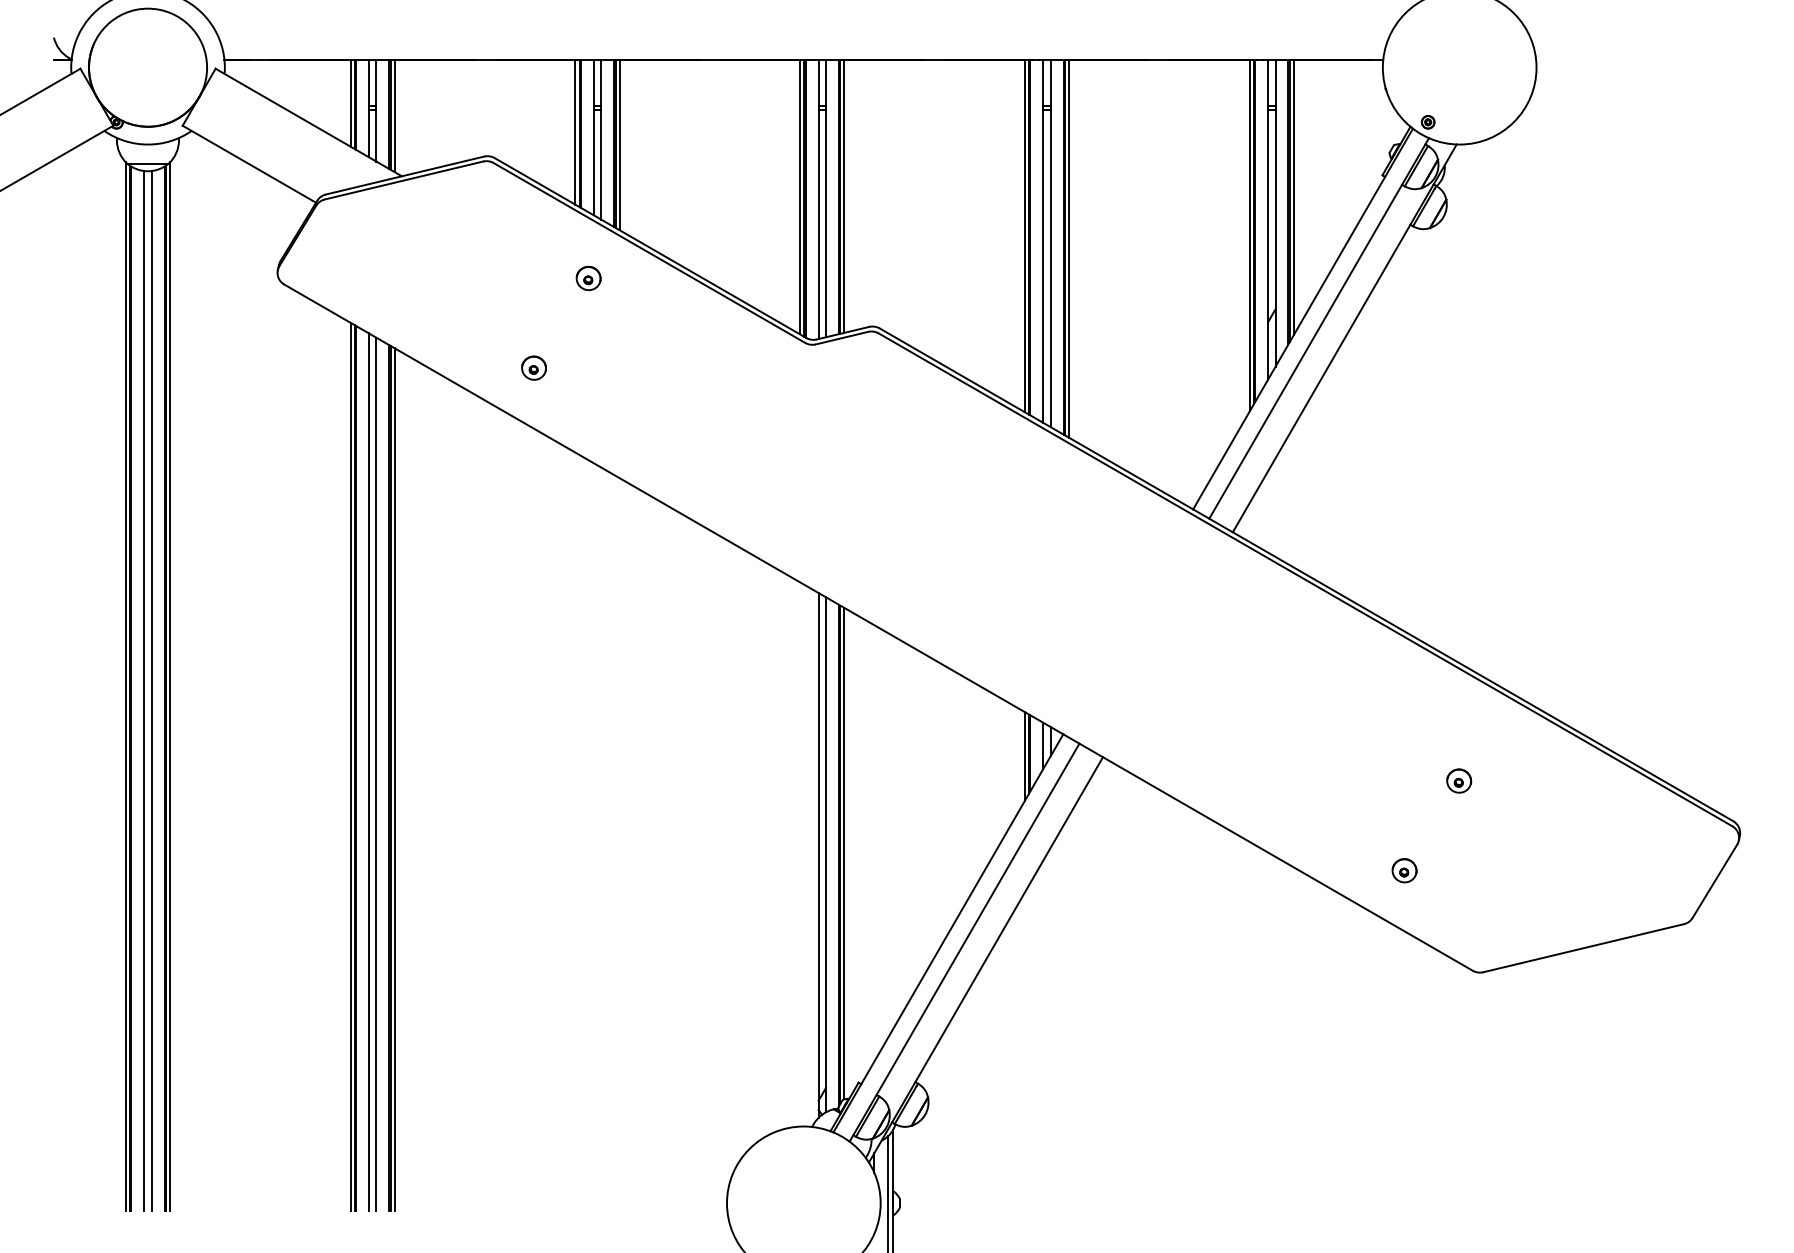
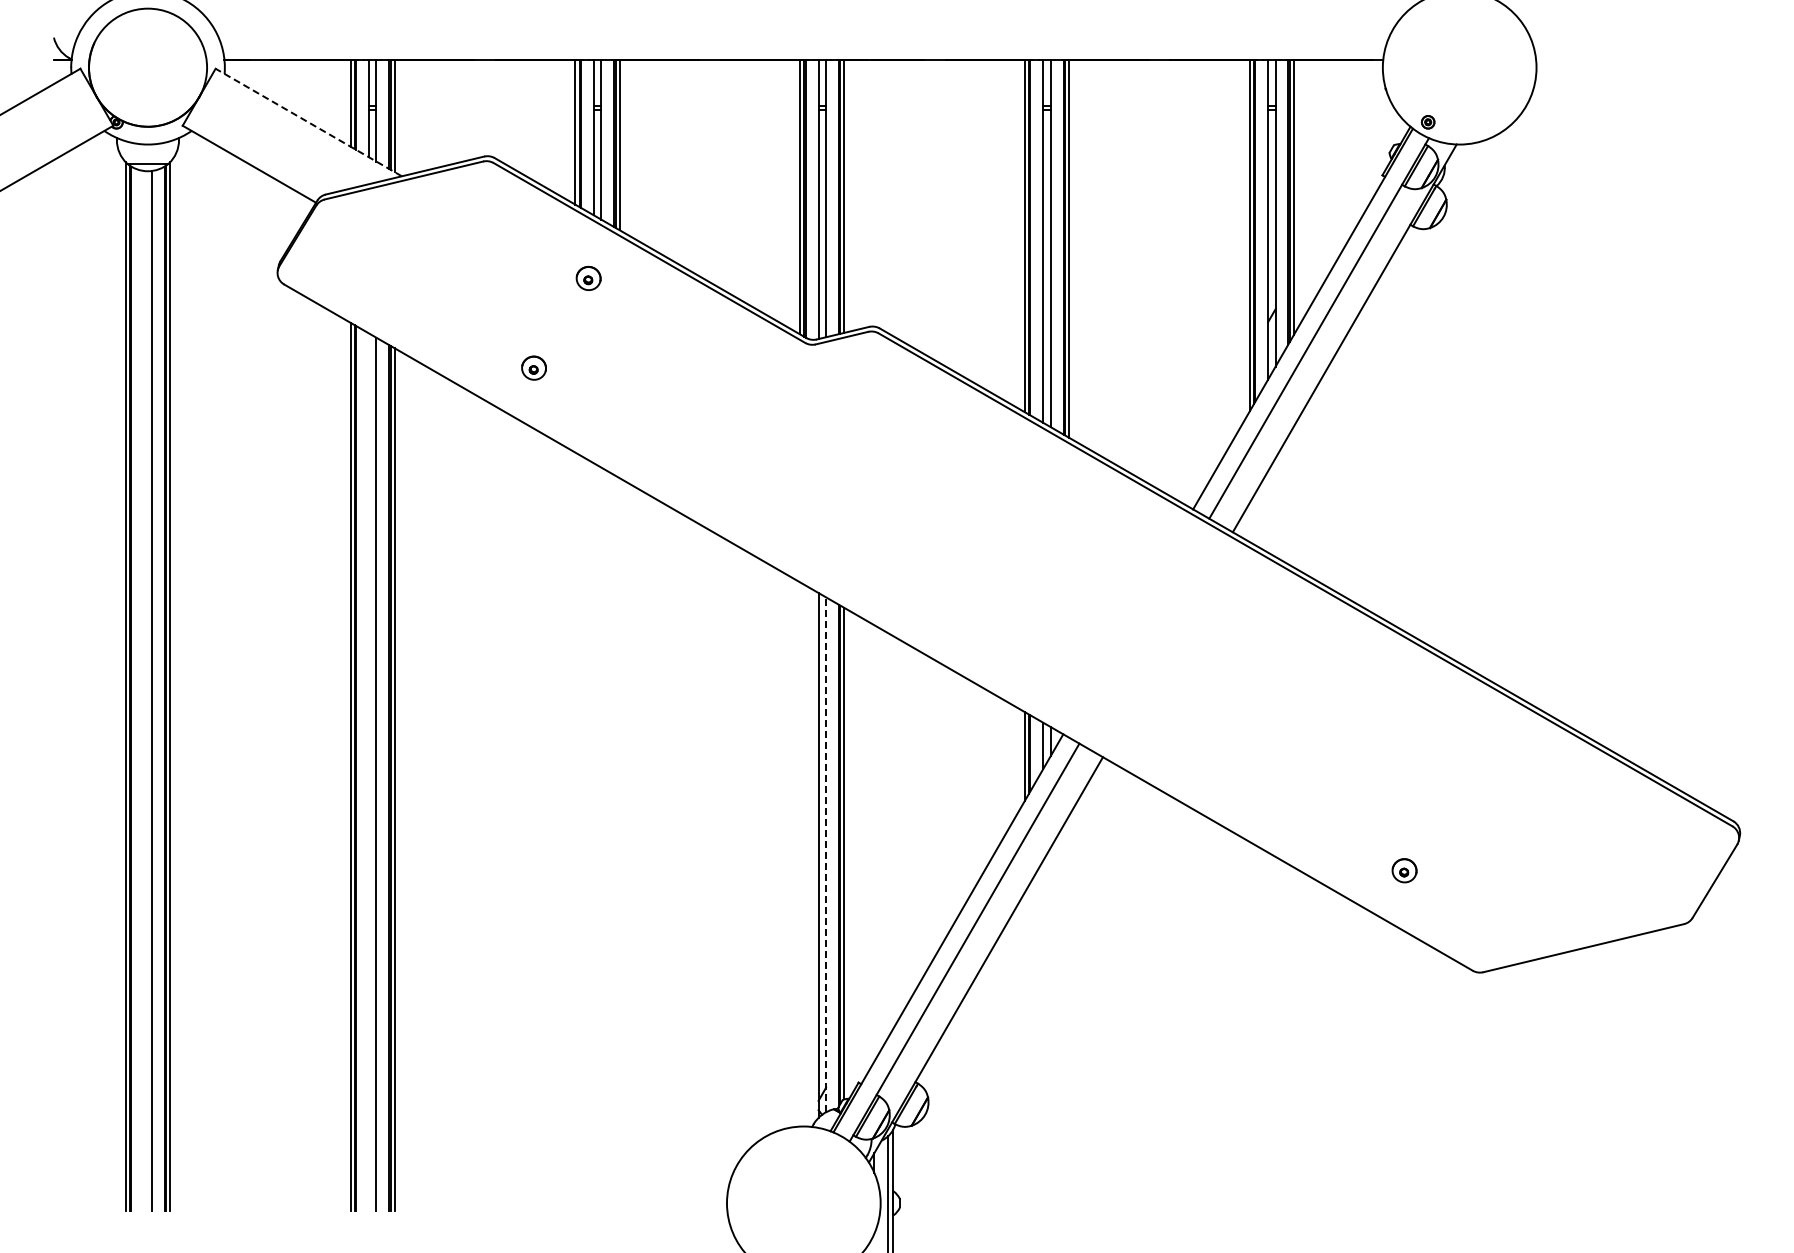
line at (308, 122): solid -> dashed
line at (144, 691): present -> none
line at (369, 772): present -> none
part at (1459, 780): present -> none
line at (826, 854): solid -> dashed
